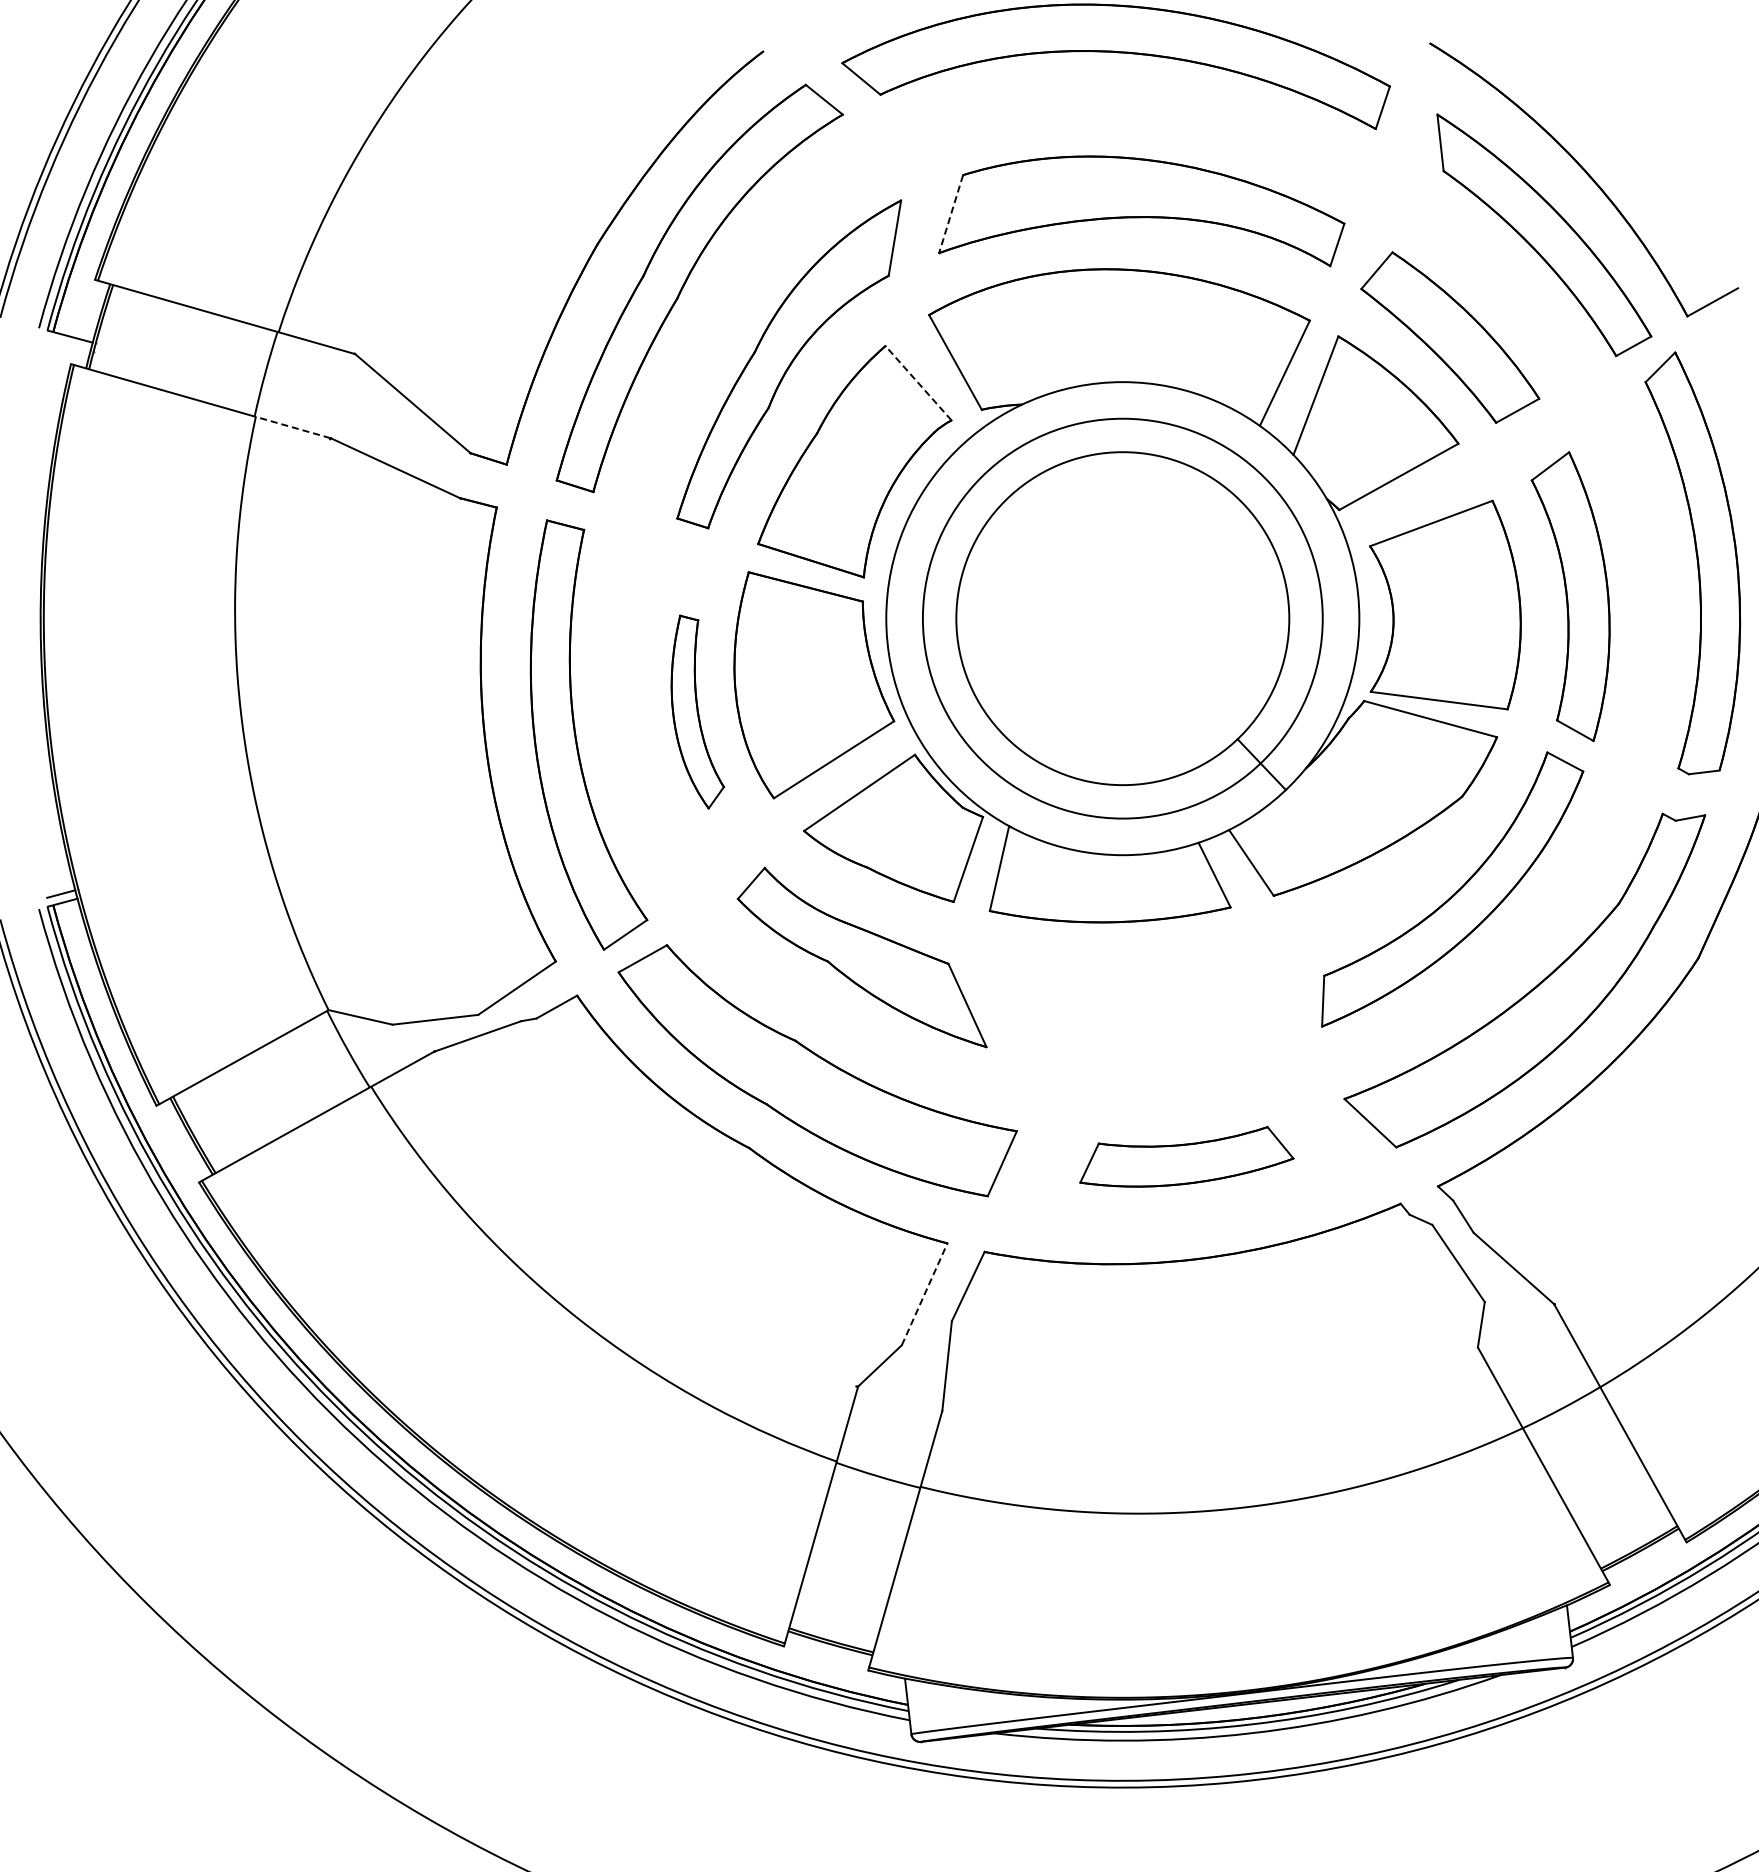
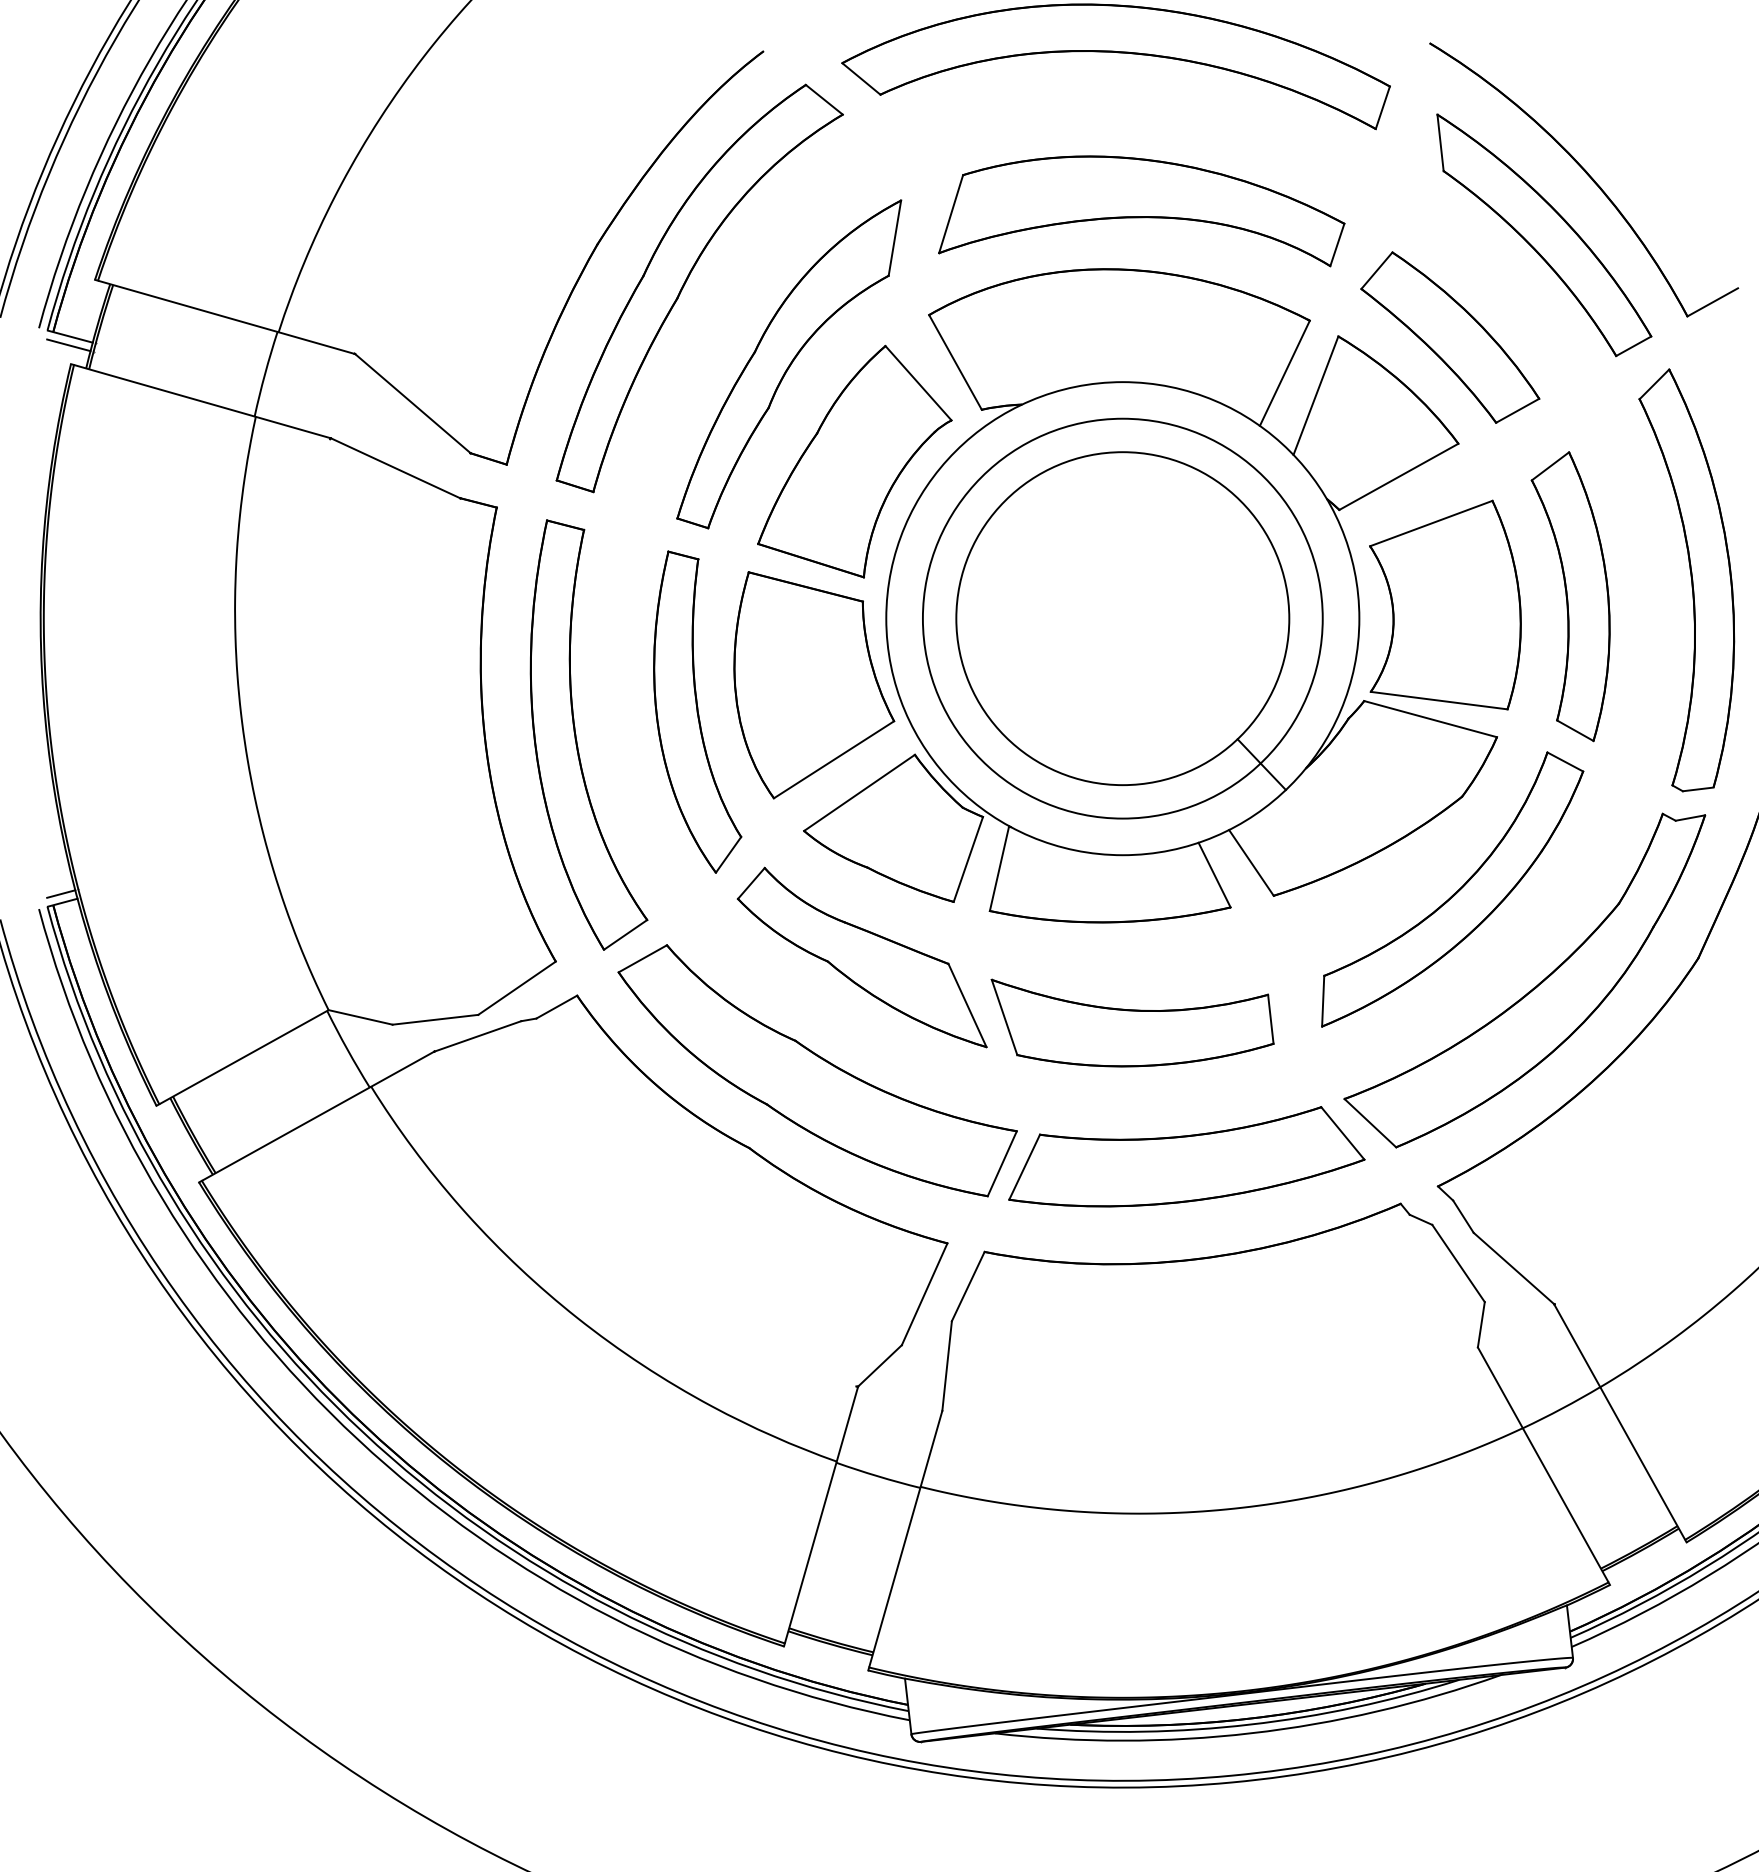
line at (951, 214): dashed -> solid
line at (68, 345): none -> present
line at (918, 383): dashed -> solid
line at (293, 427): dashed -> solid
part at (1692, 563) position: (1692, 563) -> (1686, 580)
part at (697, 711) size: 56x196 px -> 90x324 px
part at (1132, 1022): none -> present
part at (1186, 1156) size: 216x62 px -> 358x102 px
line at (924, 1294): dashed -> solid
